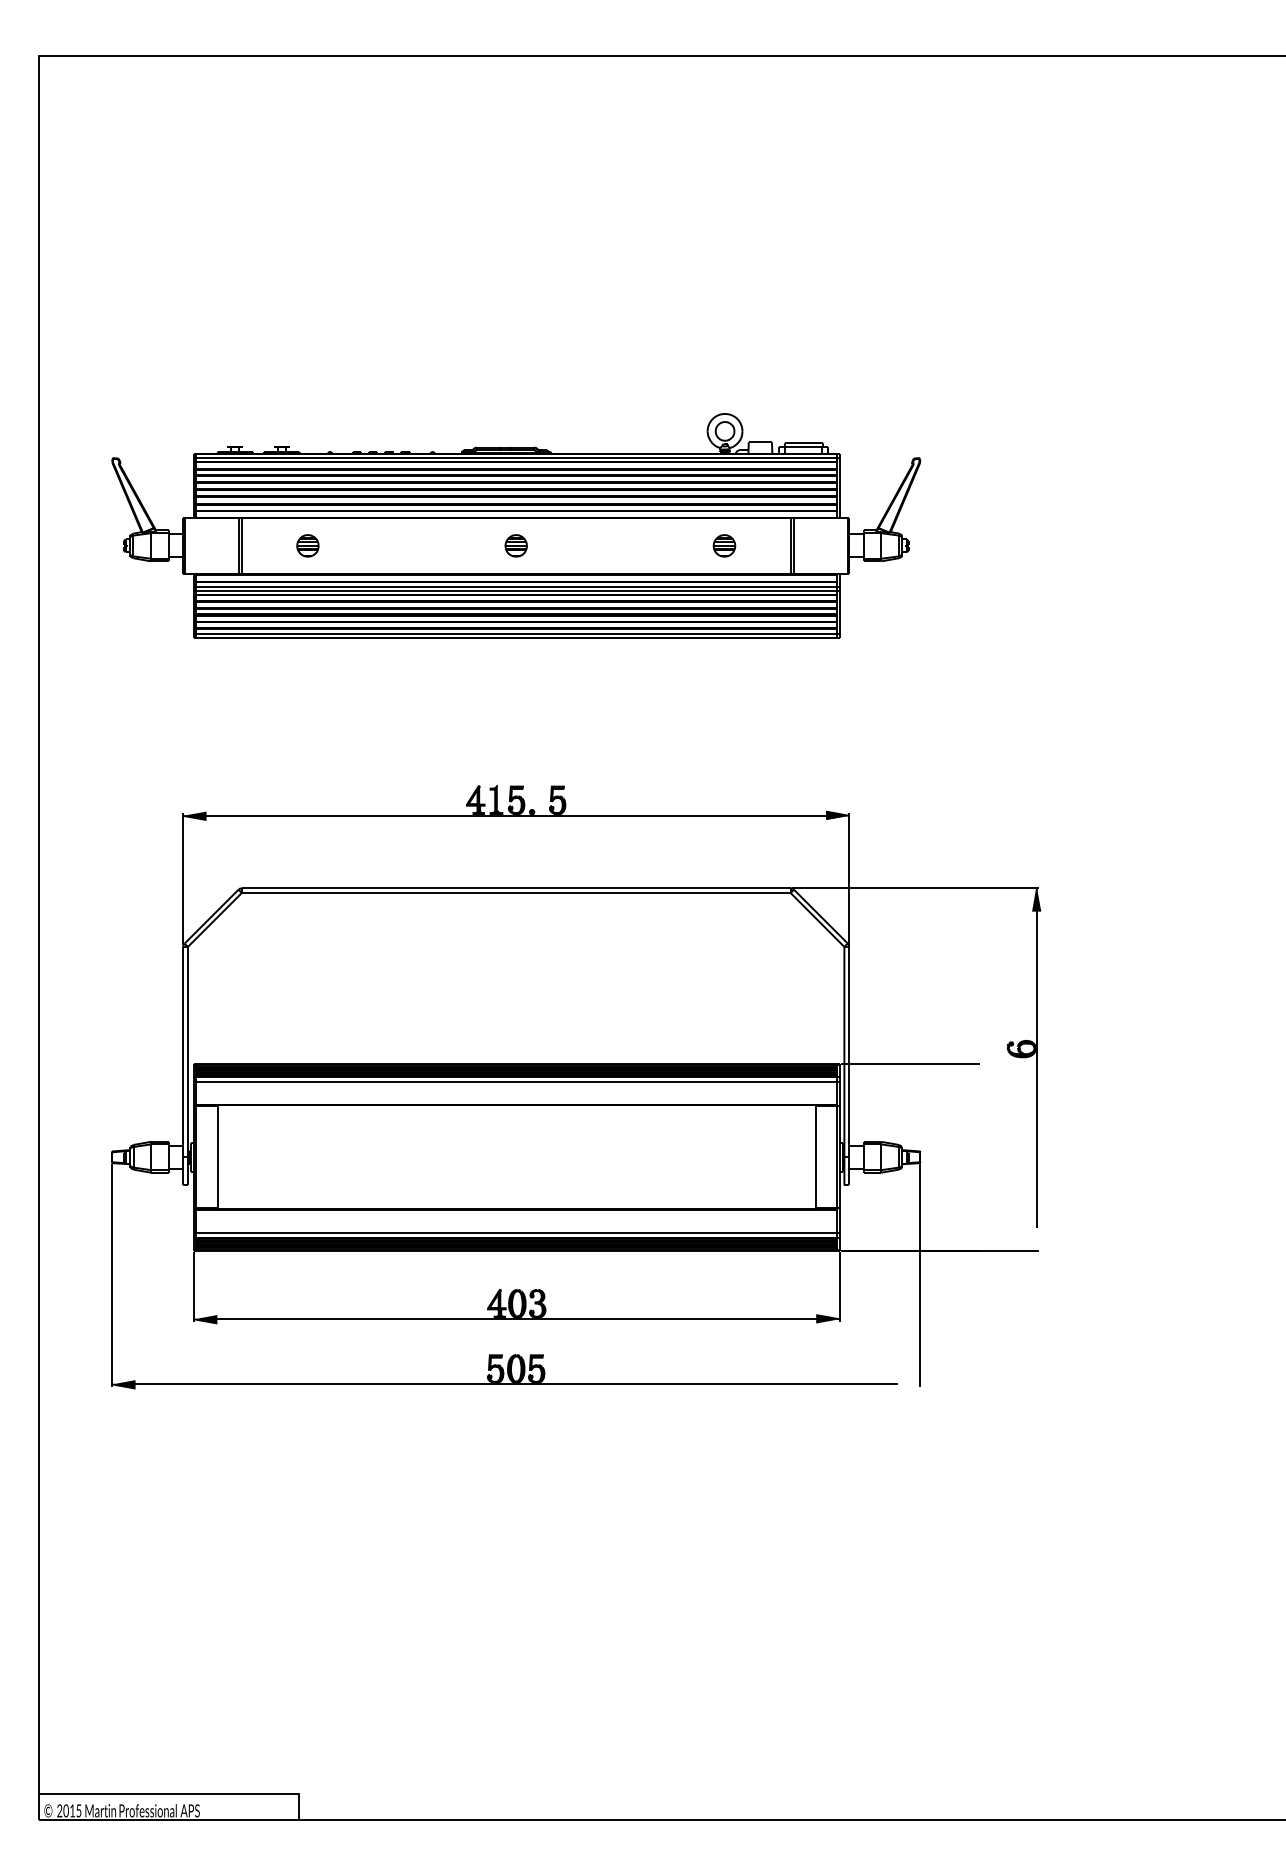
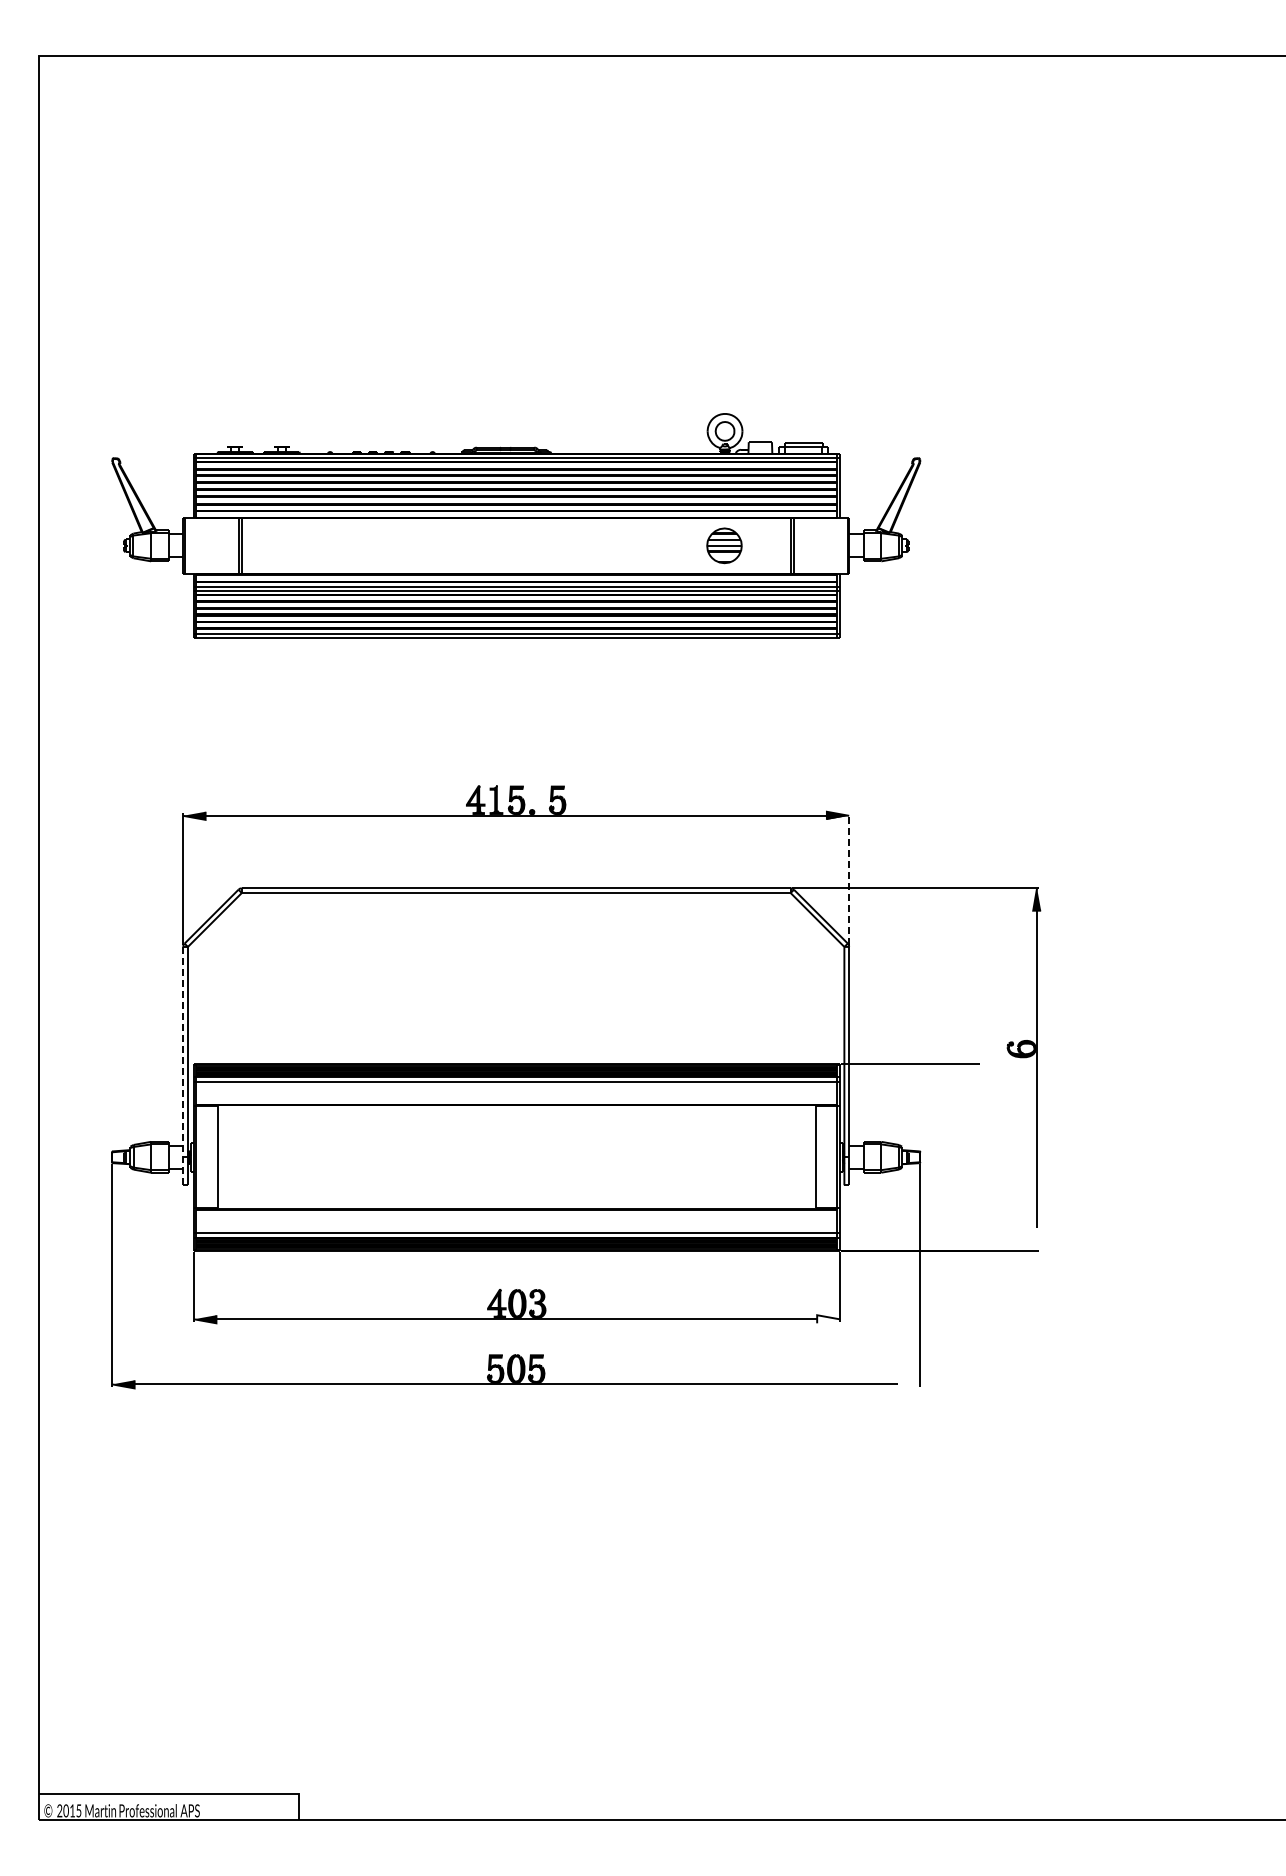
part at (307, 545): present -> none
part at (515, 545): present -> none
part at (724, 545) size: 25x24 px -> 37x38 px
line at (849, 879): solid -> dashed
line at (183, 1065): solid -> dashed
fill at (828, 1319): present -> none
